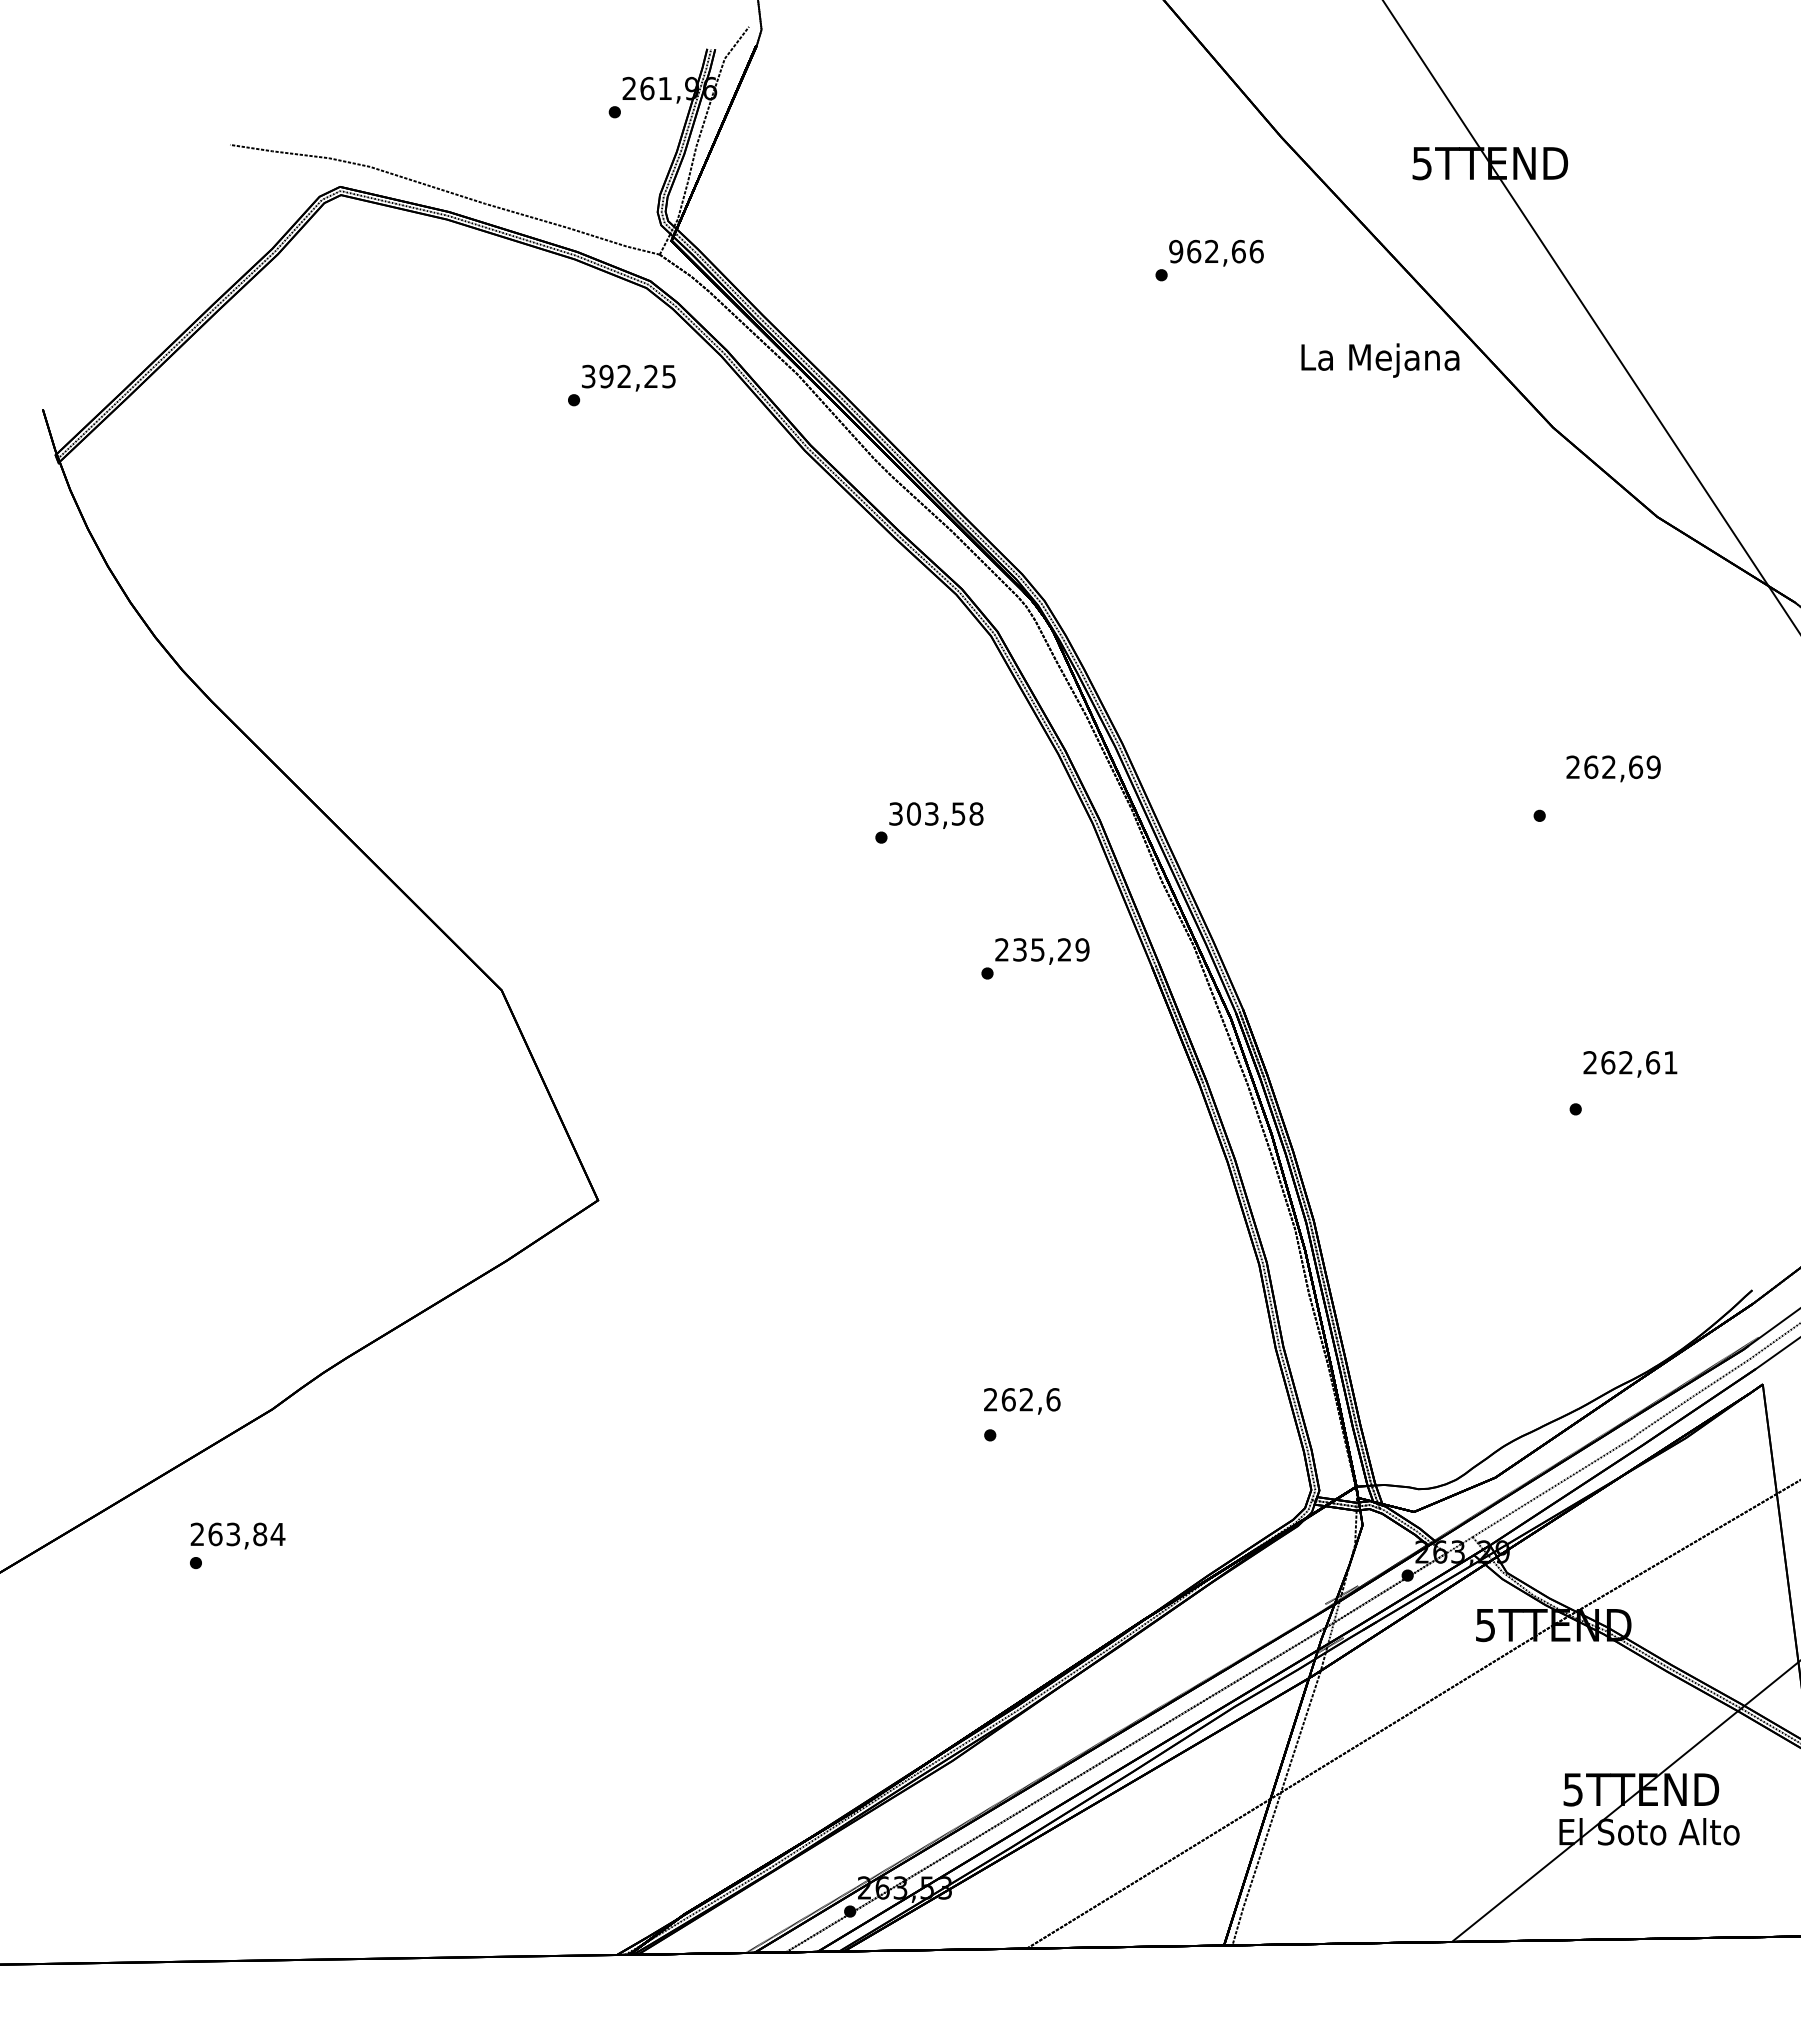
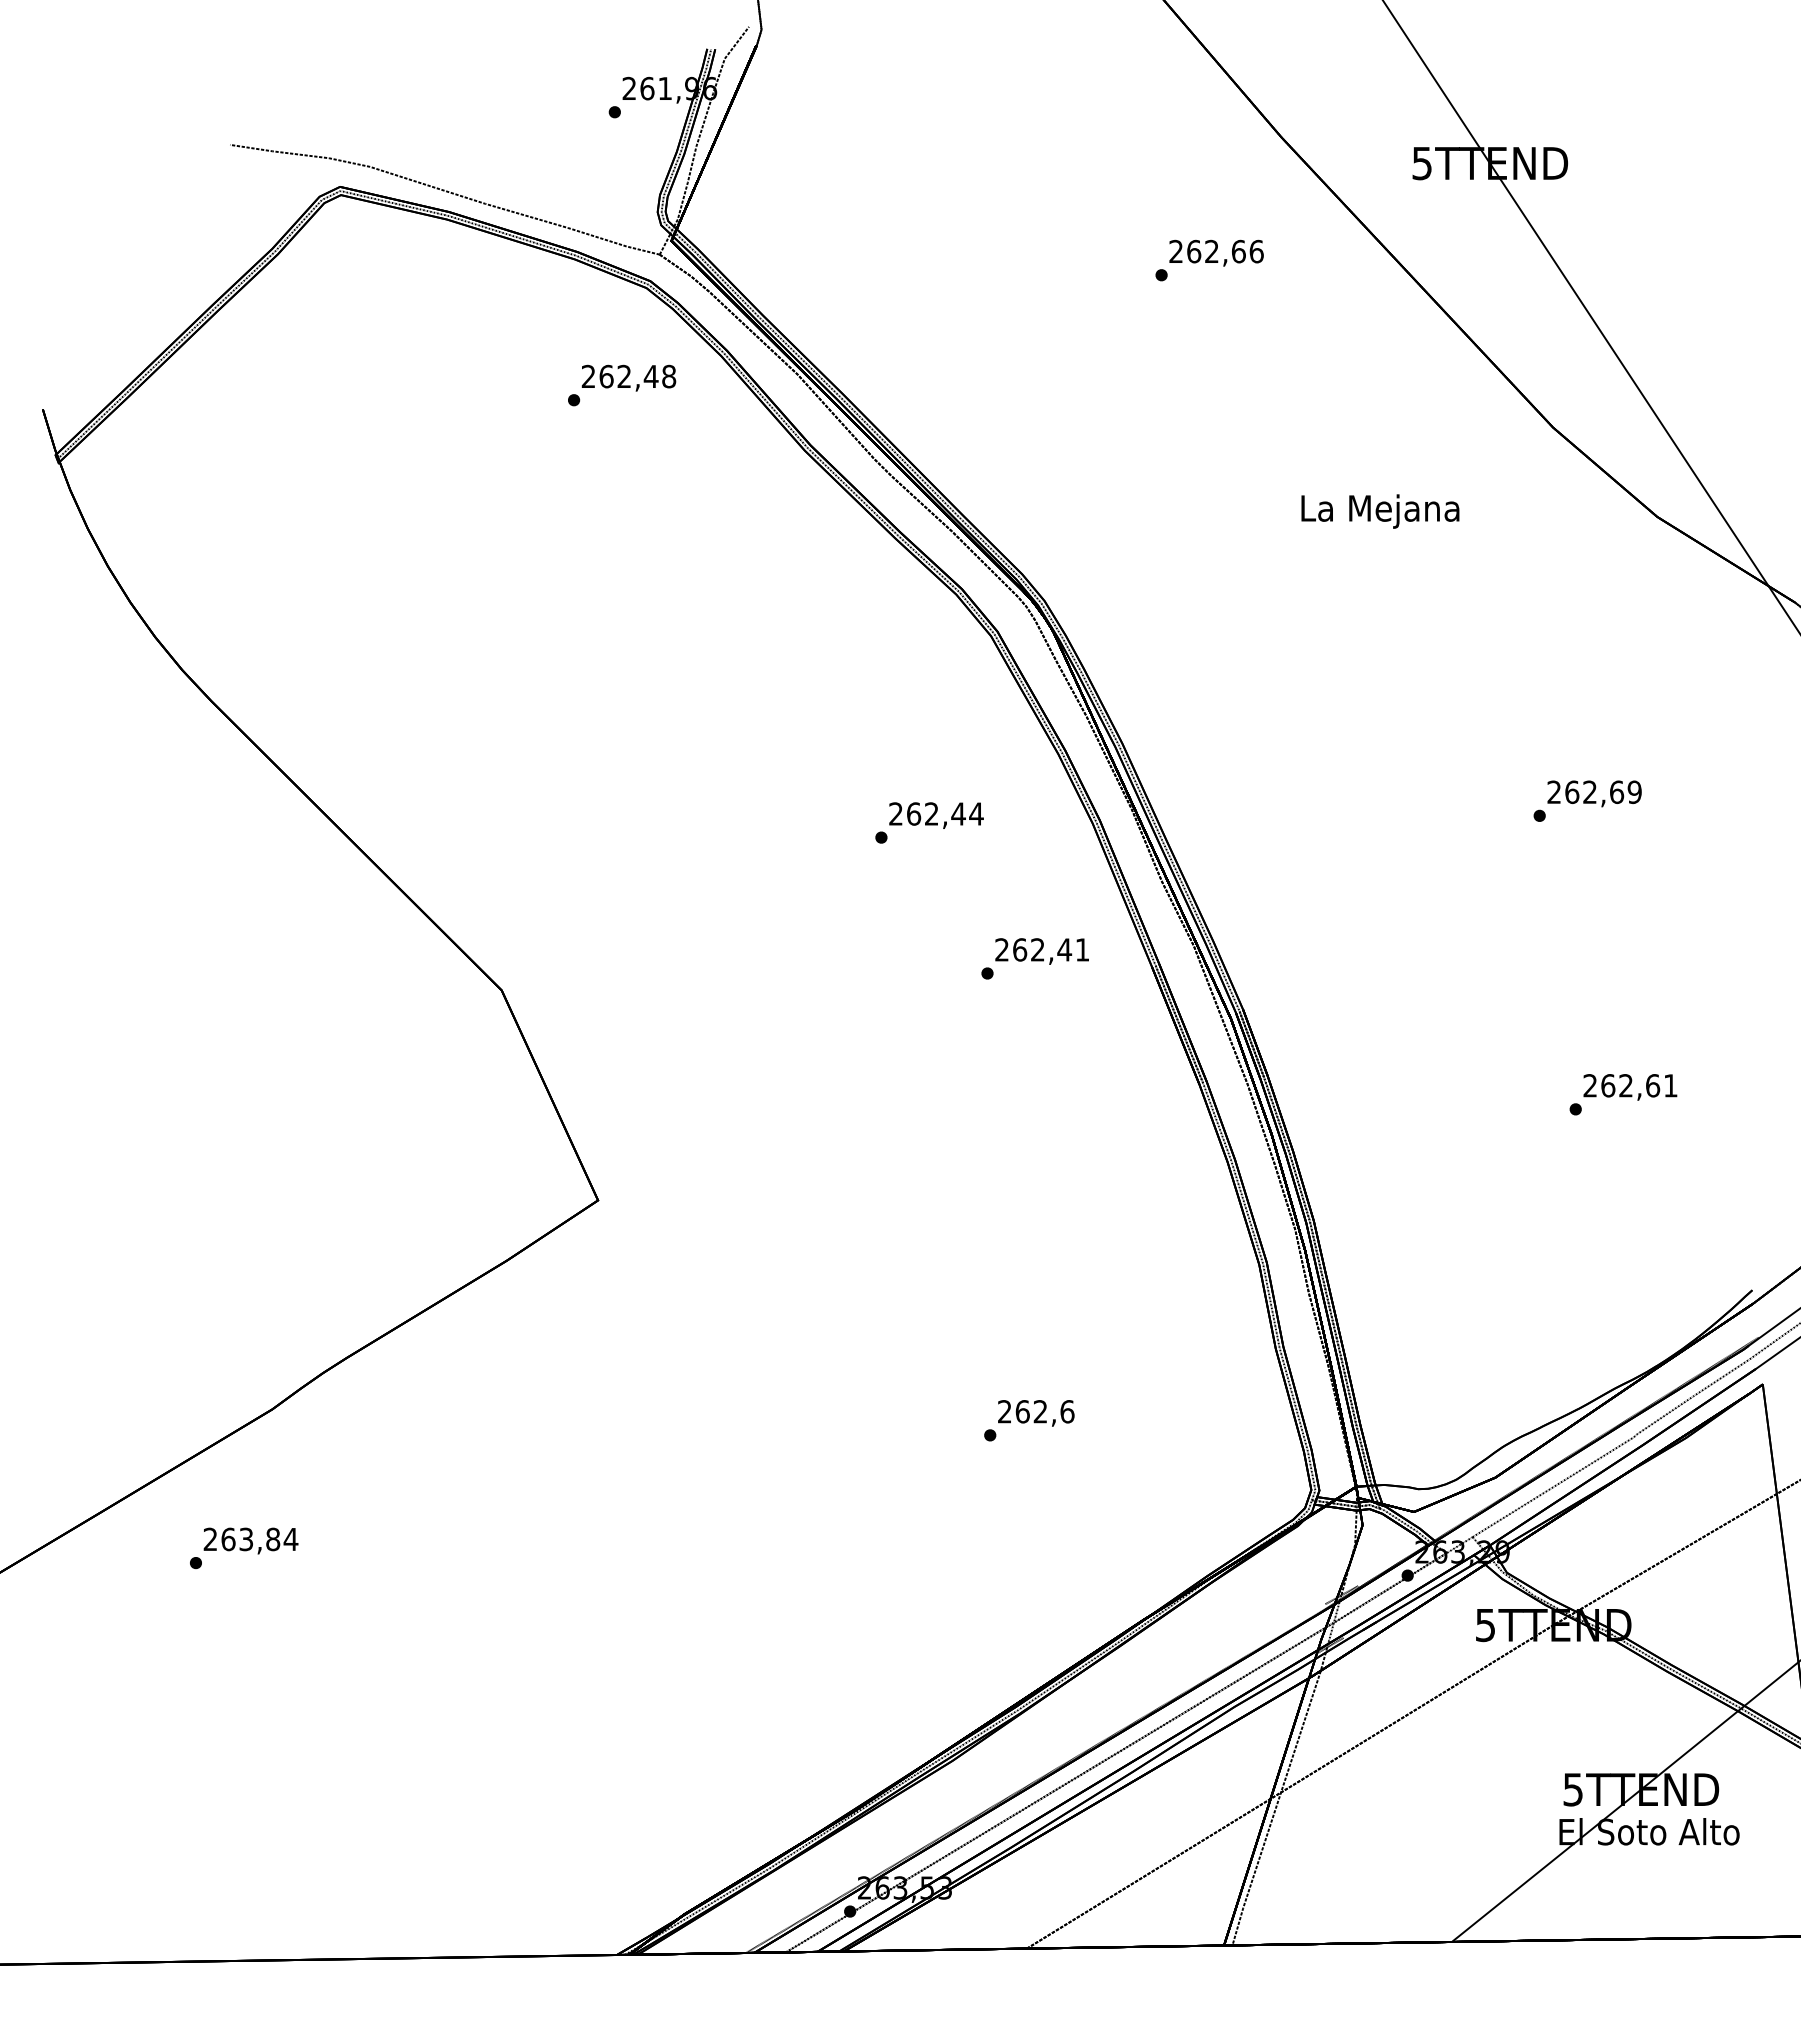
text at (1176, 251): 962,66 -> 262,66
text at (1380, 360) position: (1380, 360) -> (1380, 511)
text at (628, 376): 392,25 -> 262,48
text at (1613, 768) position: (1613, 768) -> (1594, 793)
text at (936, 813): 303,58 -> 262,44
text at (1051, 949): 235,29 -> 262,41
text at (1630, 1064) position: (1630, 1064) -> (1630, 1087)
text at (1022, 1401) position: (1022, 1401) -> (1036, 1413)
text at (237, 1535) position: (237, 1535) -> (250, 1540)
